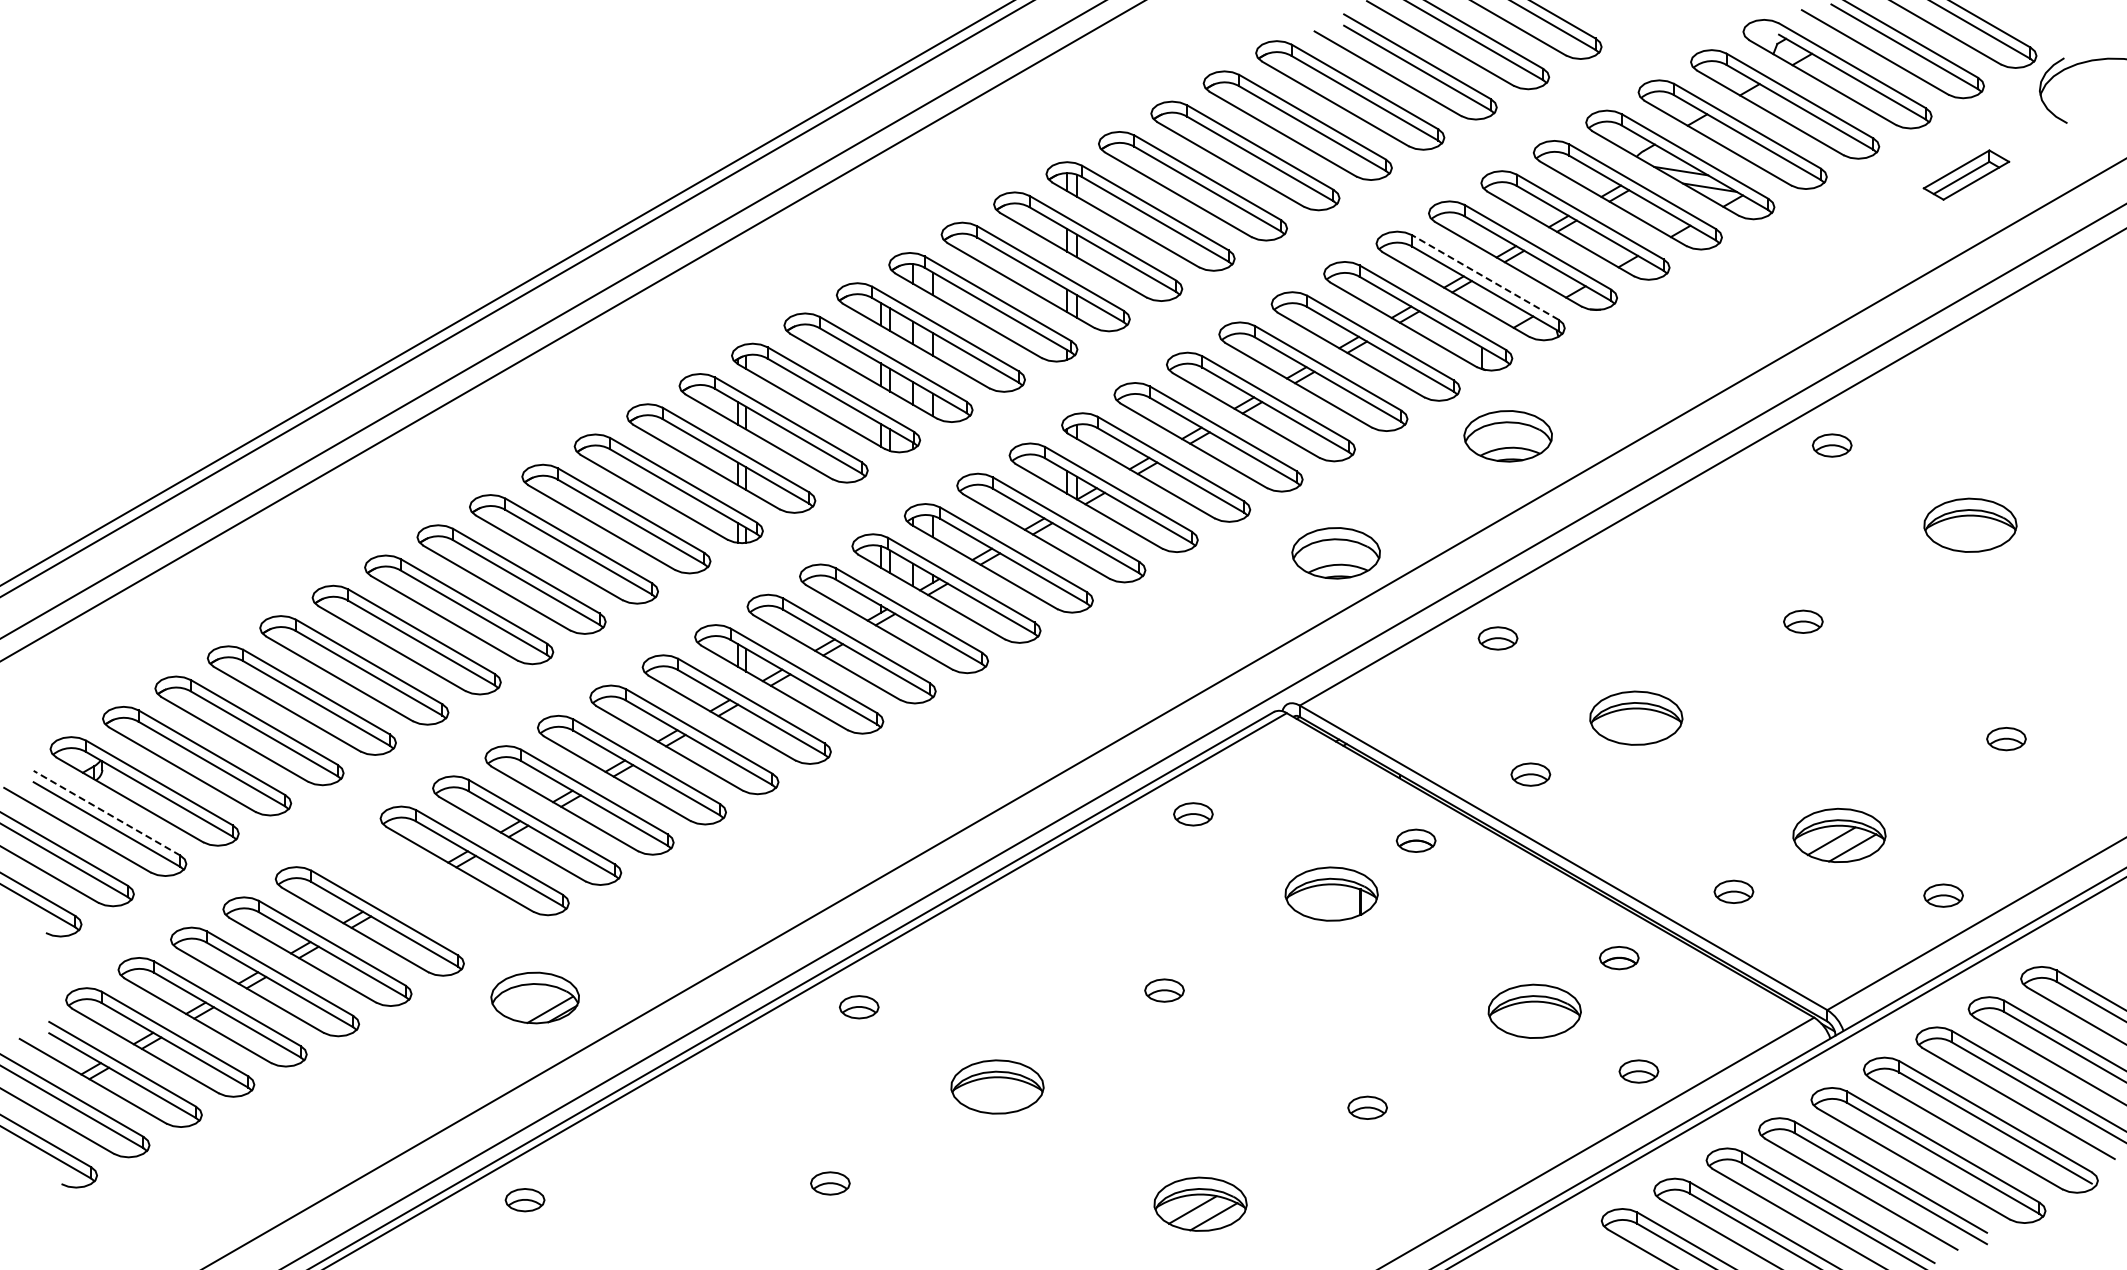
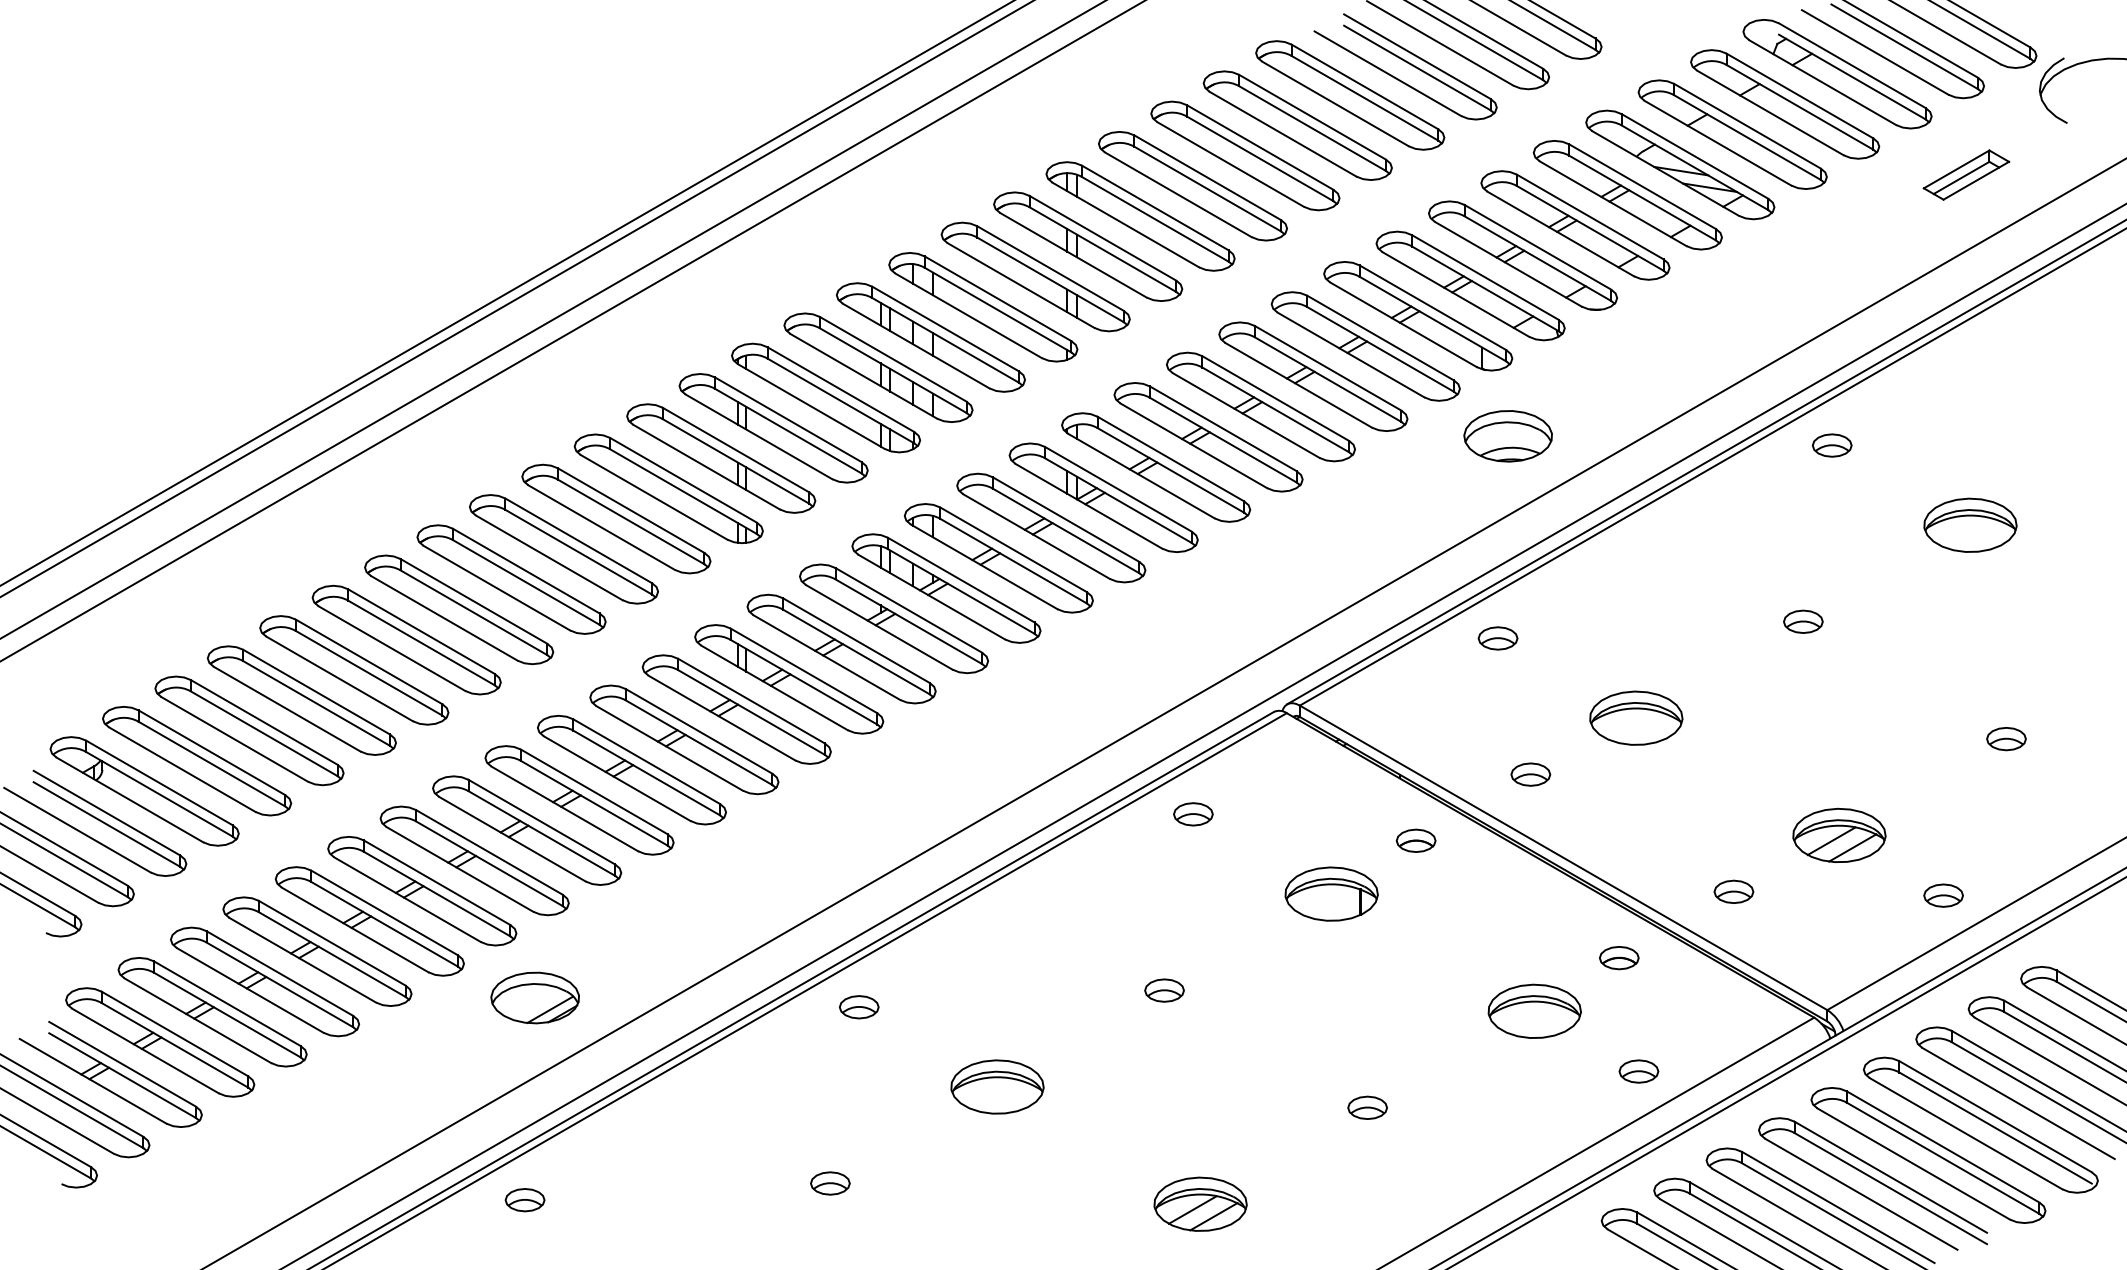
line at (1485, 277): dashed -> solid
line at (1705, 462): none -> present
part at (1335, 553): present -> none
line at (106, 813): dashed -> solid
part at (422, 891): none -> present
